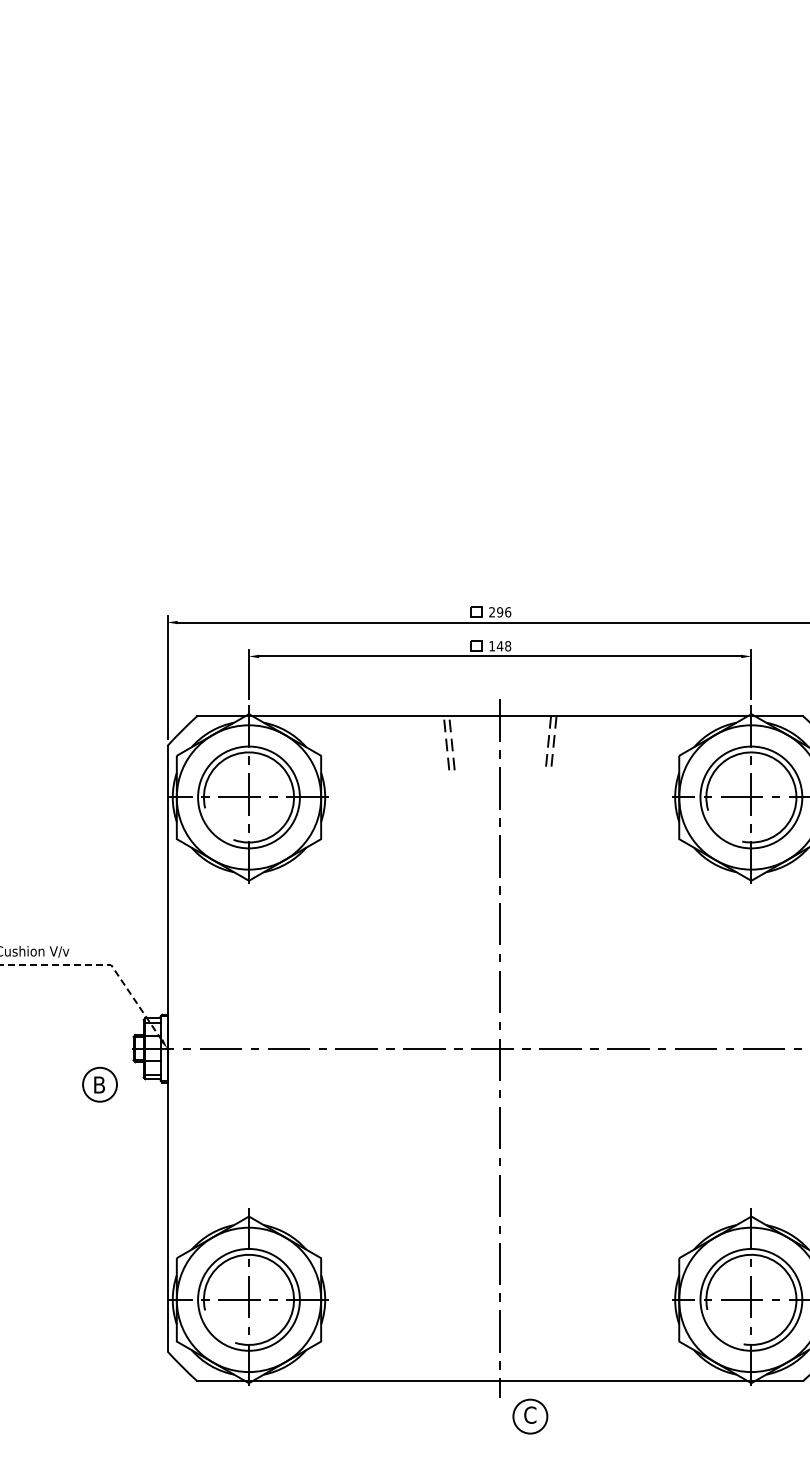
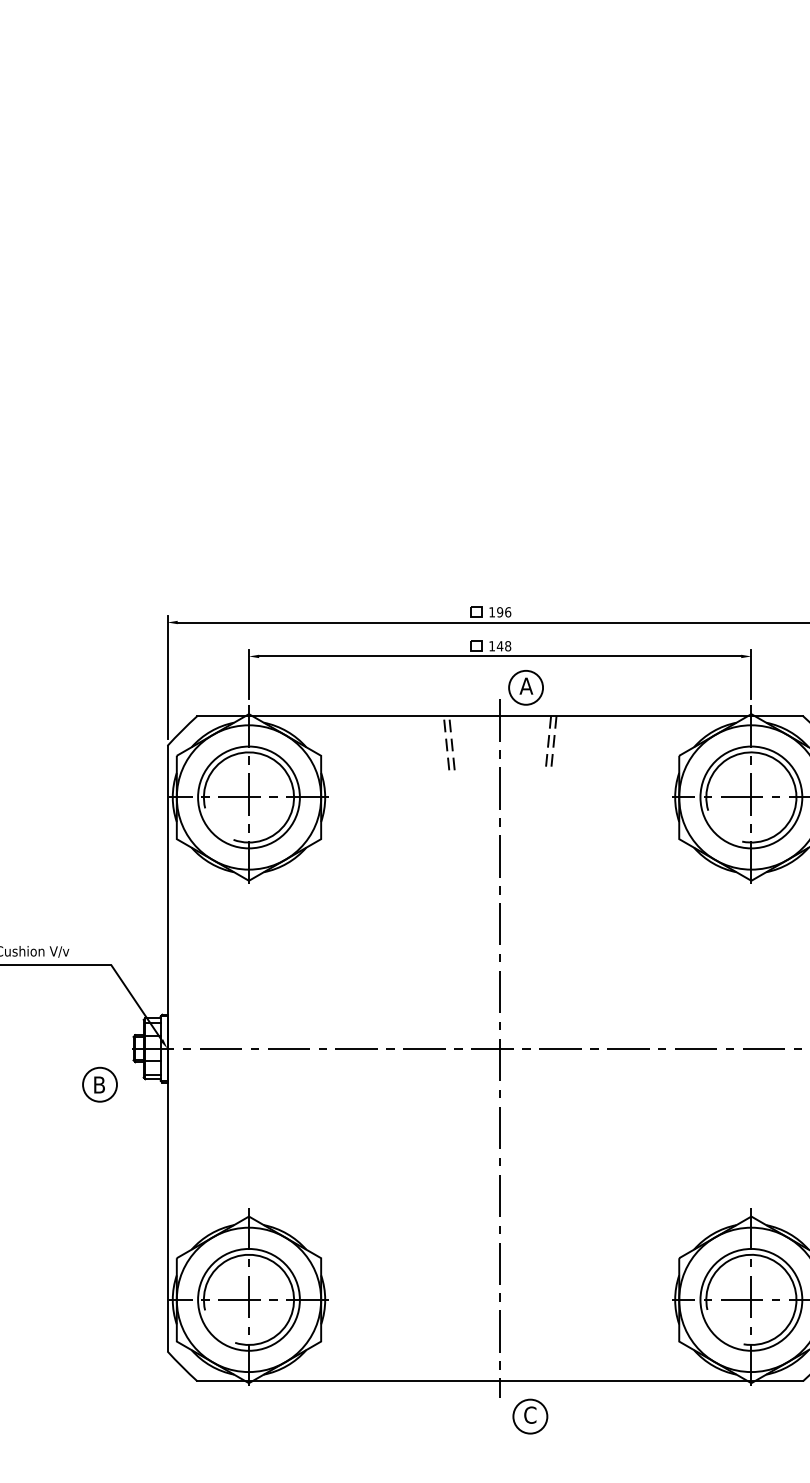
text at (491, 612): 296 -> 196
part at (525, 687): none -> present
line at (102, 965): dashed -> solid
